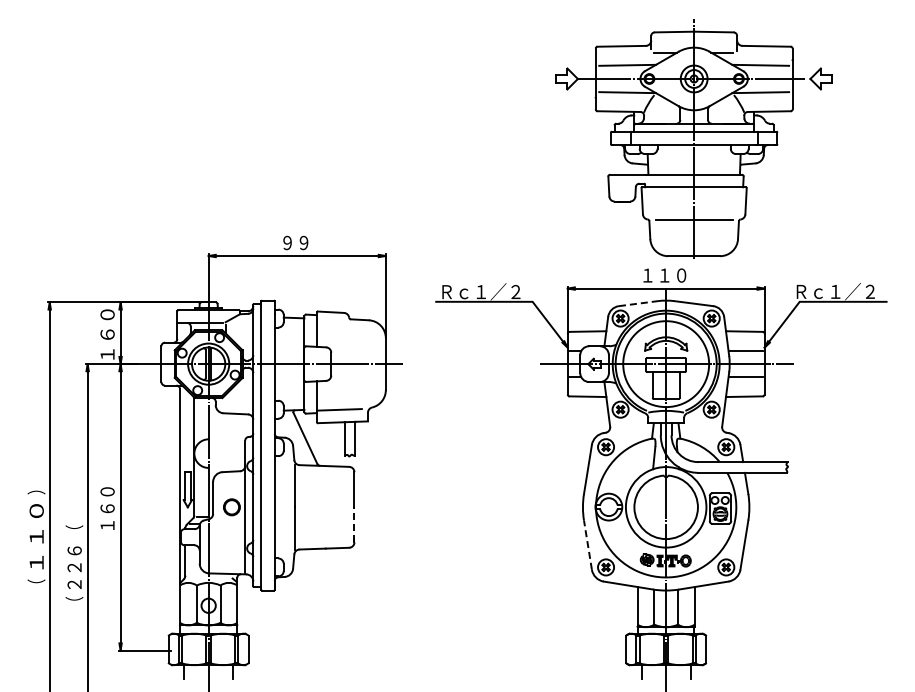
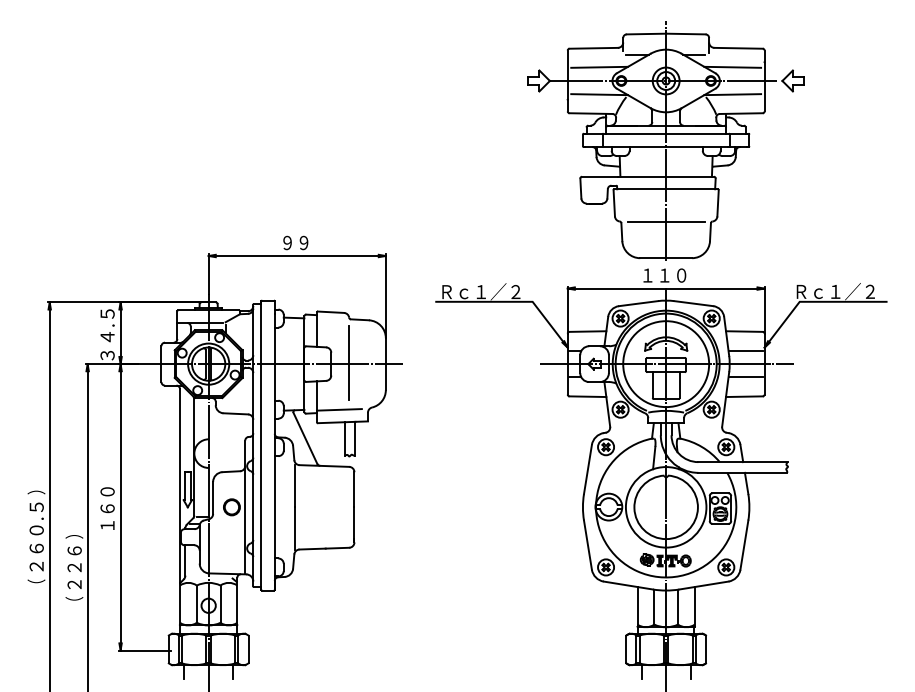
part at (693, 138) position: (693, 138) -> (665, 140)
line at (638, 303): dashed -> solid
text at (107, 334): １６０ -> ３４.５
line at (349, 362): none -> present
line at (354, 524): dashed -> solid
text at (74, 531): （ -> ）
text at (36, 536): １１０ -> ２６０.５
line at (587, 545): dashed -> solid
